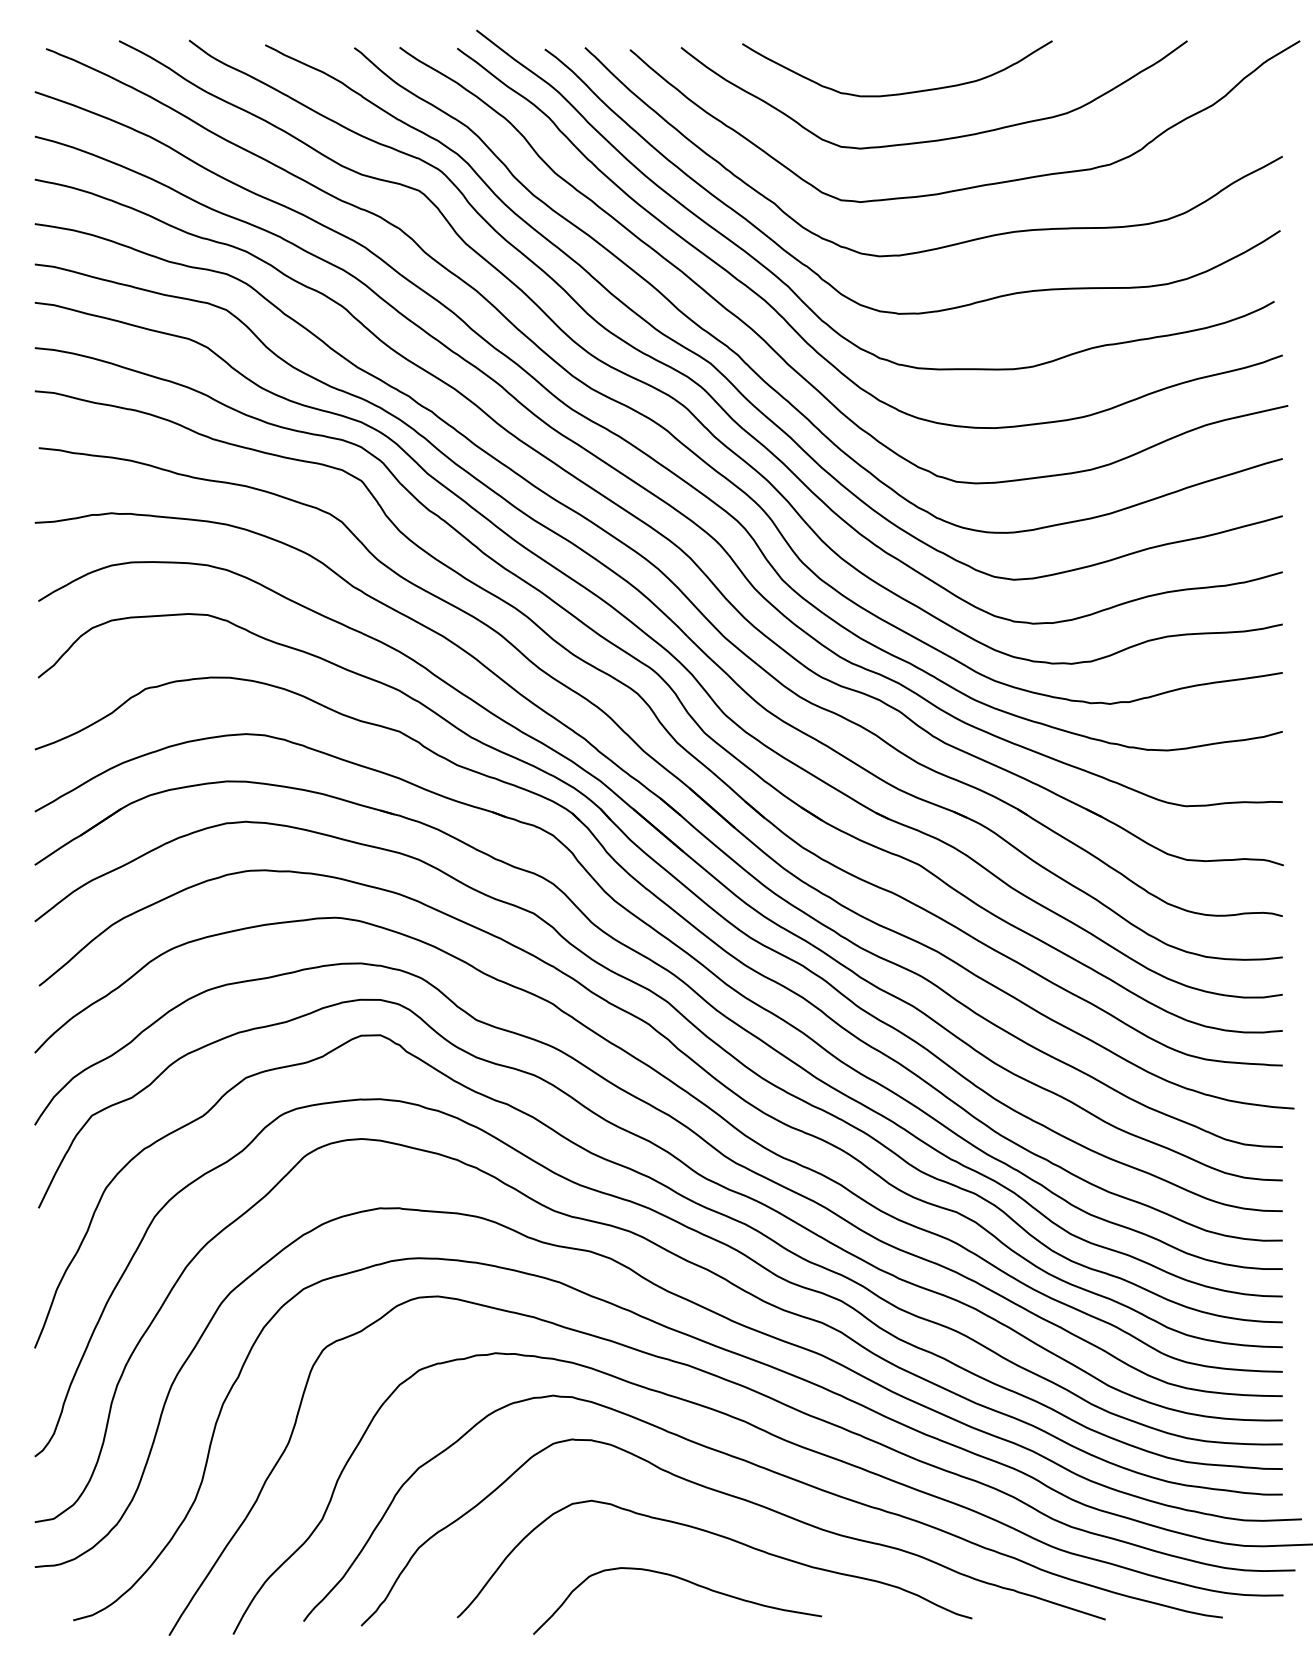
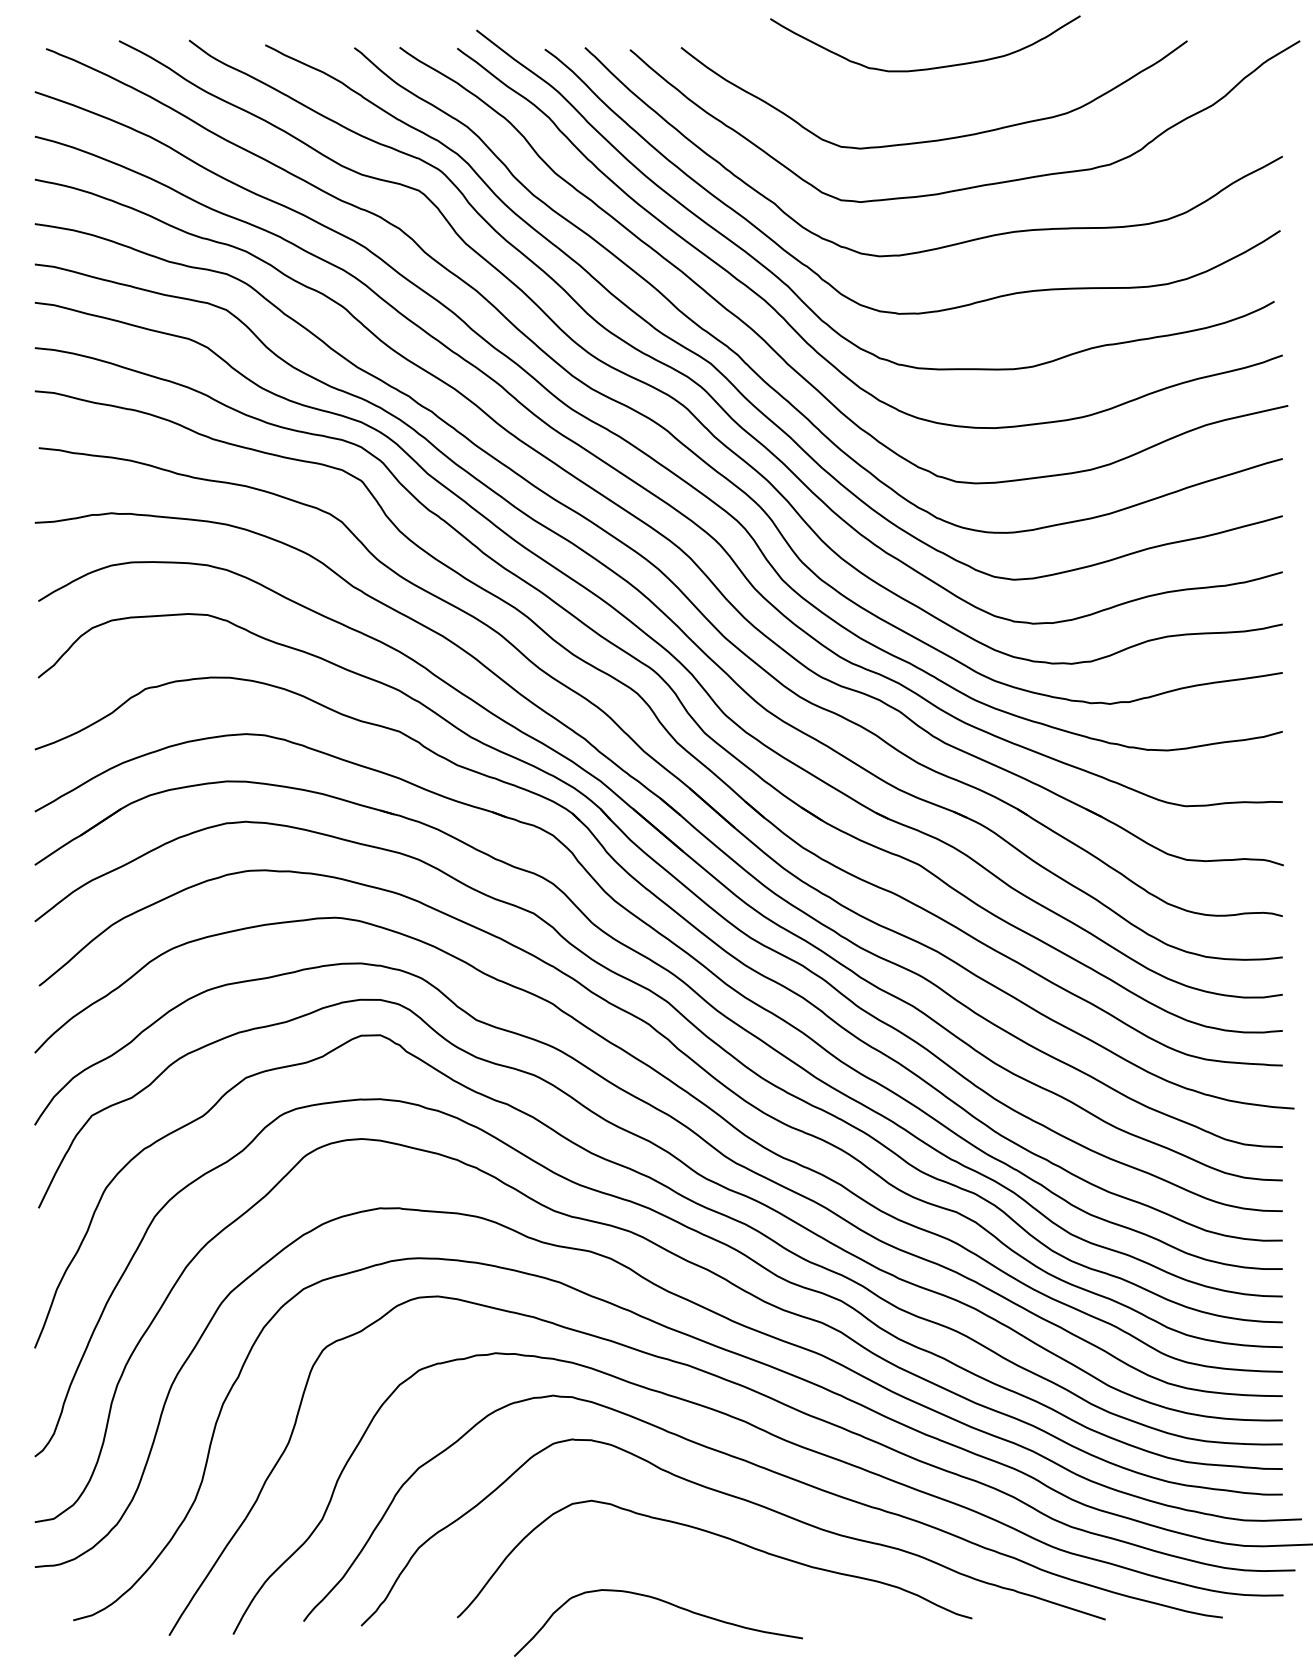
curve at (903, 92) position: (903, 92) -> (931, 67)
curve at (682, 1580) position: (682, 1580) -> (663, 1602)
